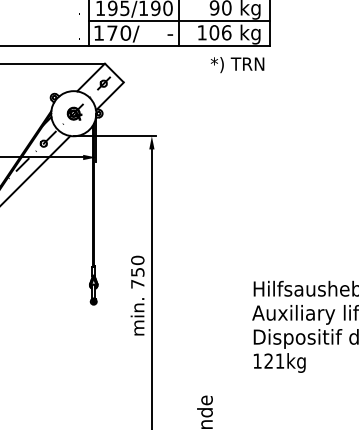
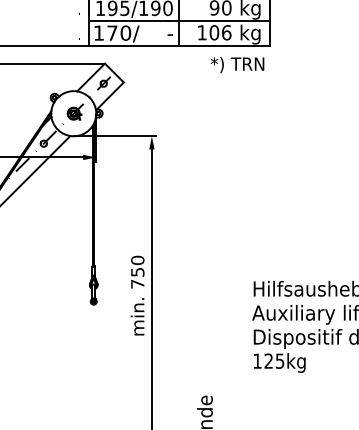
text at (279, 360): 121kg -> 125kg
